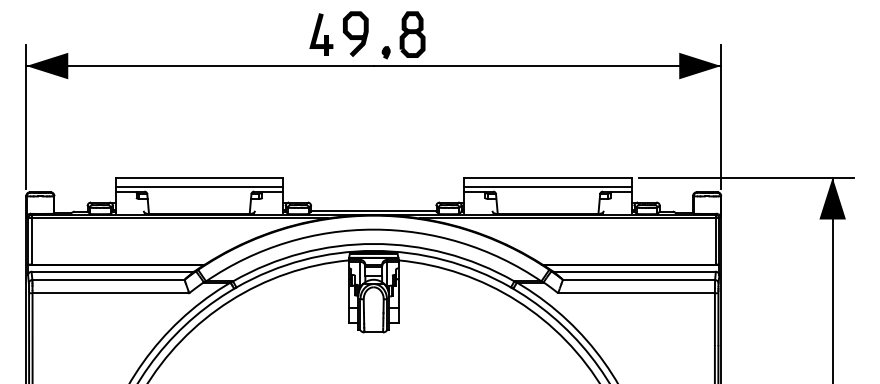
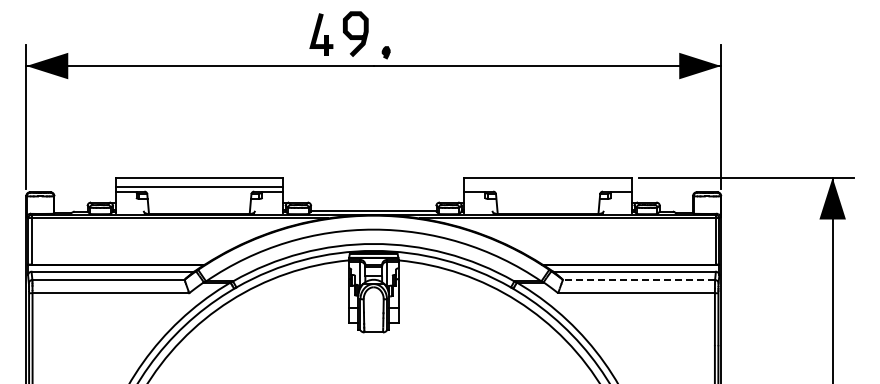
part at (412, 34): present -> none
line at (547, 187): present -> none
line at (638, 280): solid -> dashed
